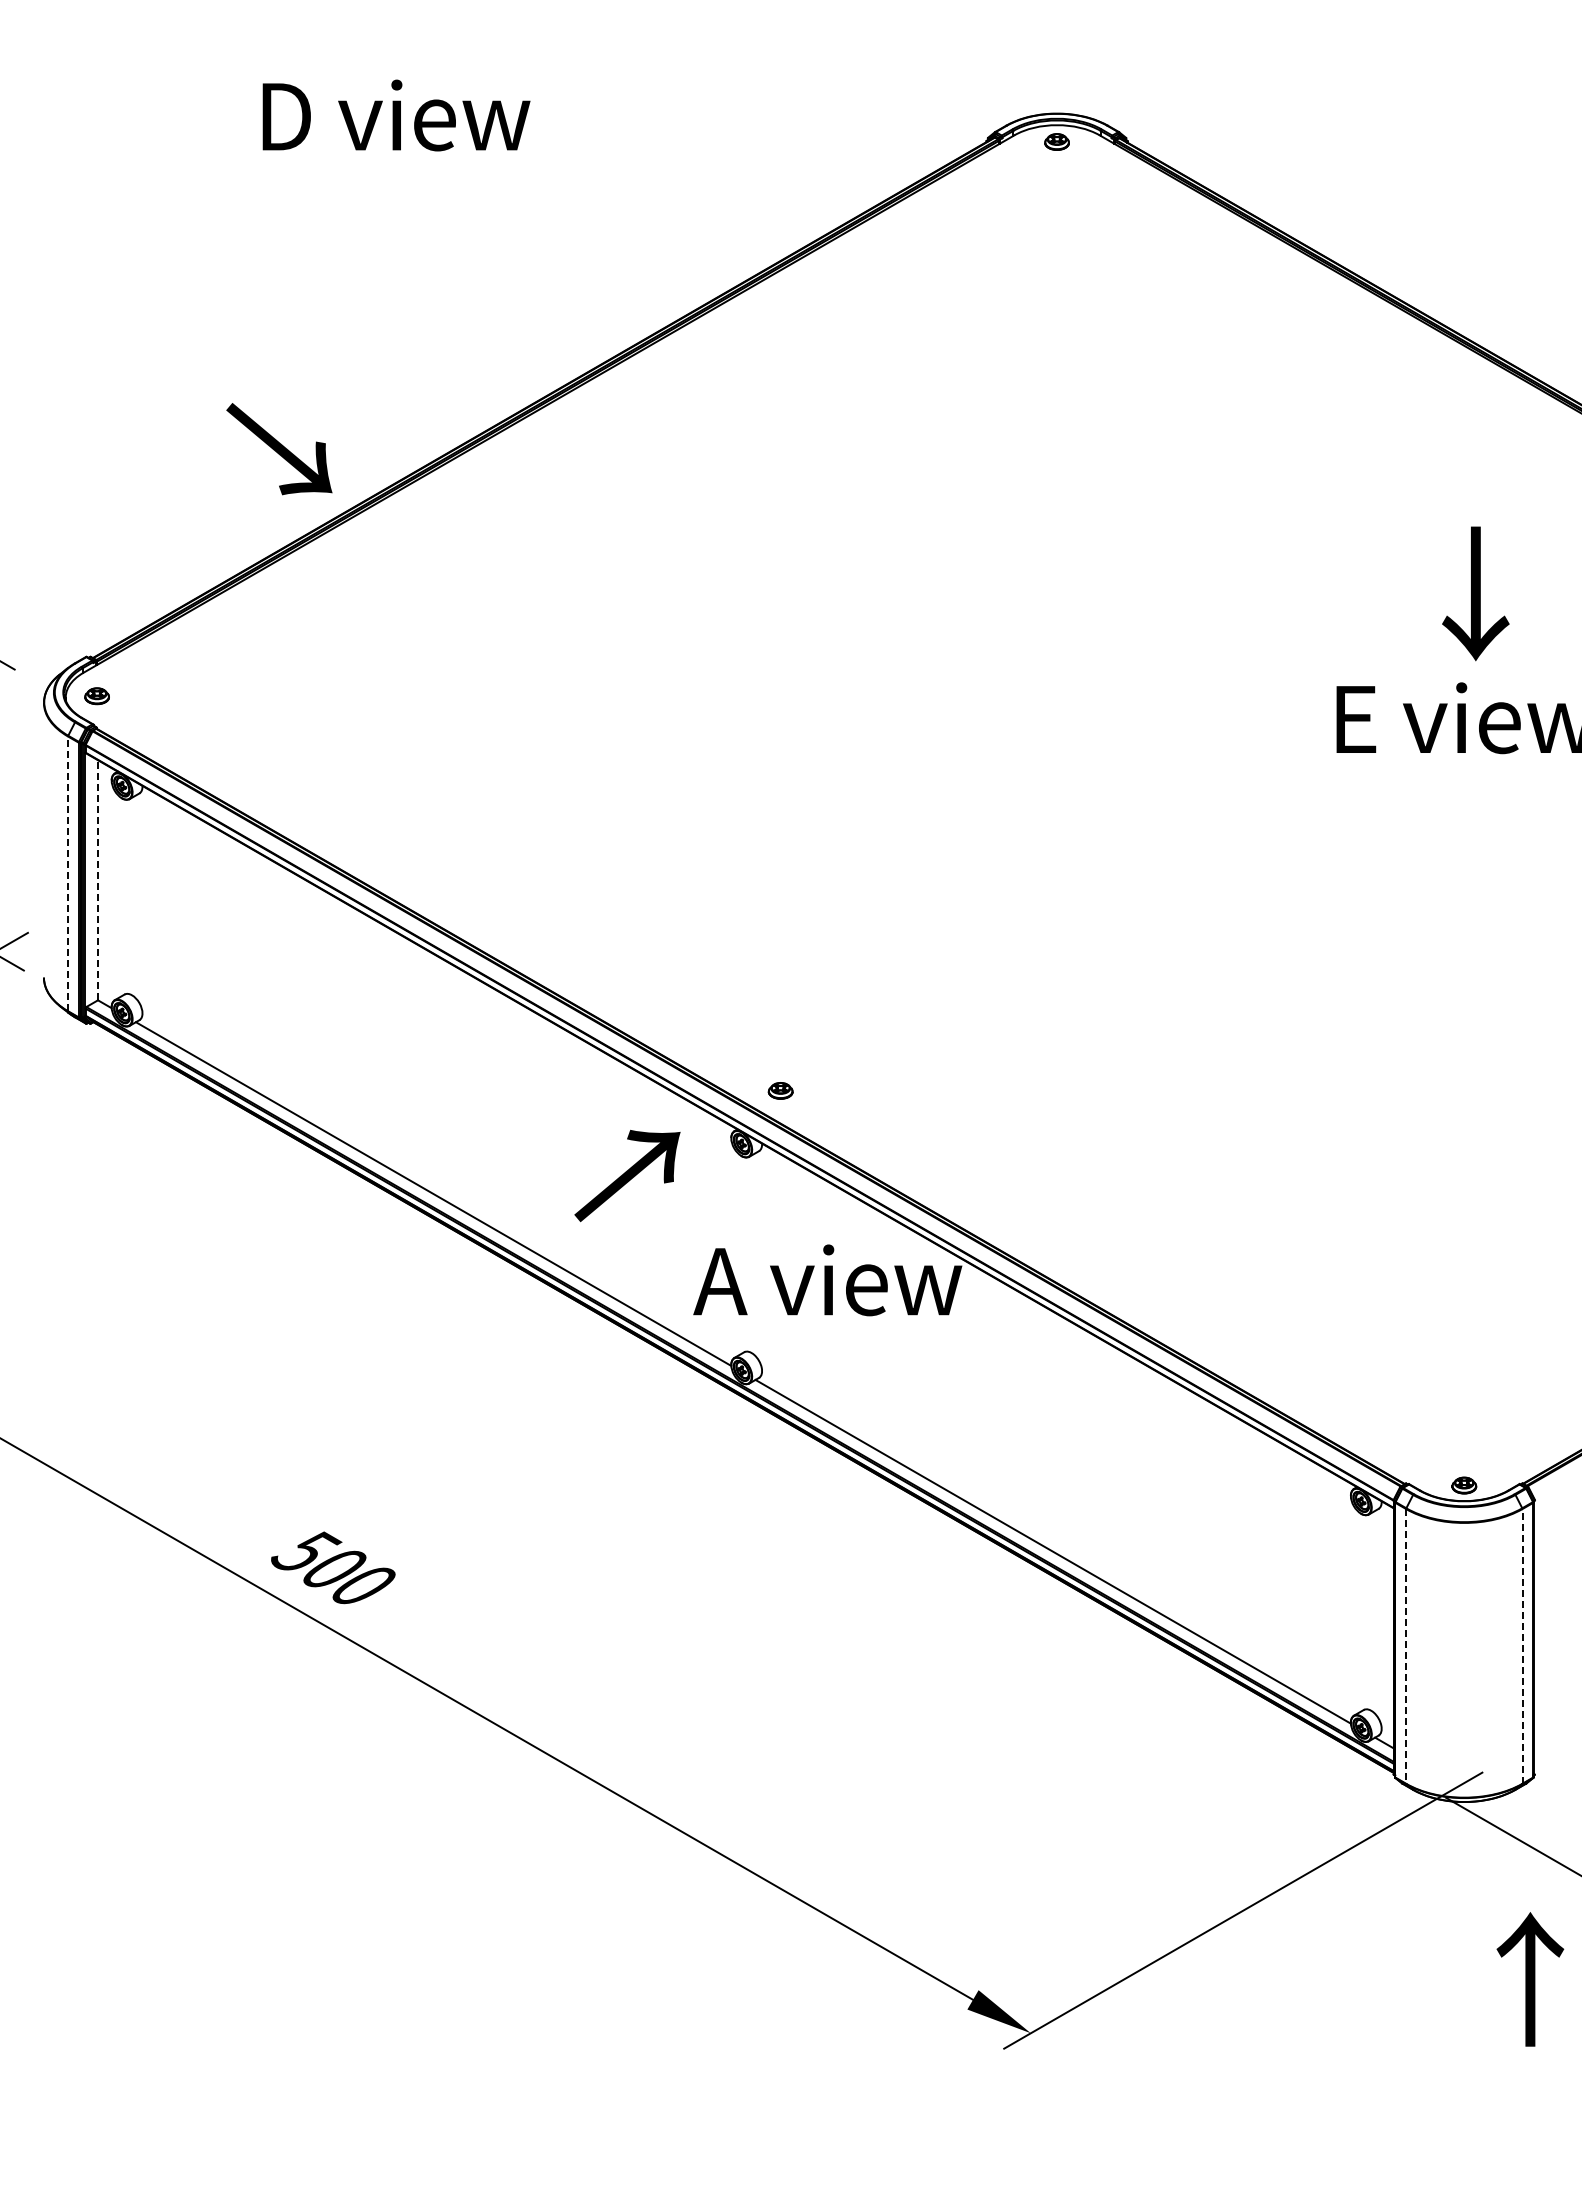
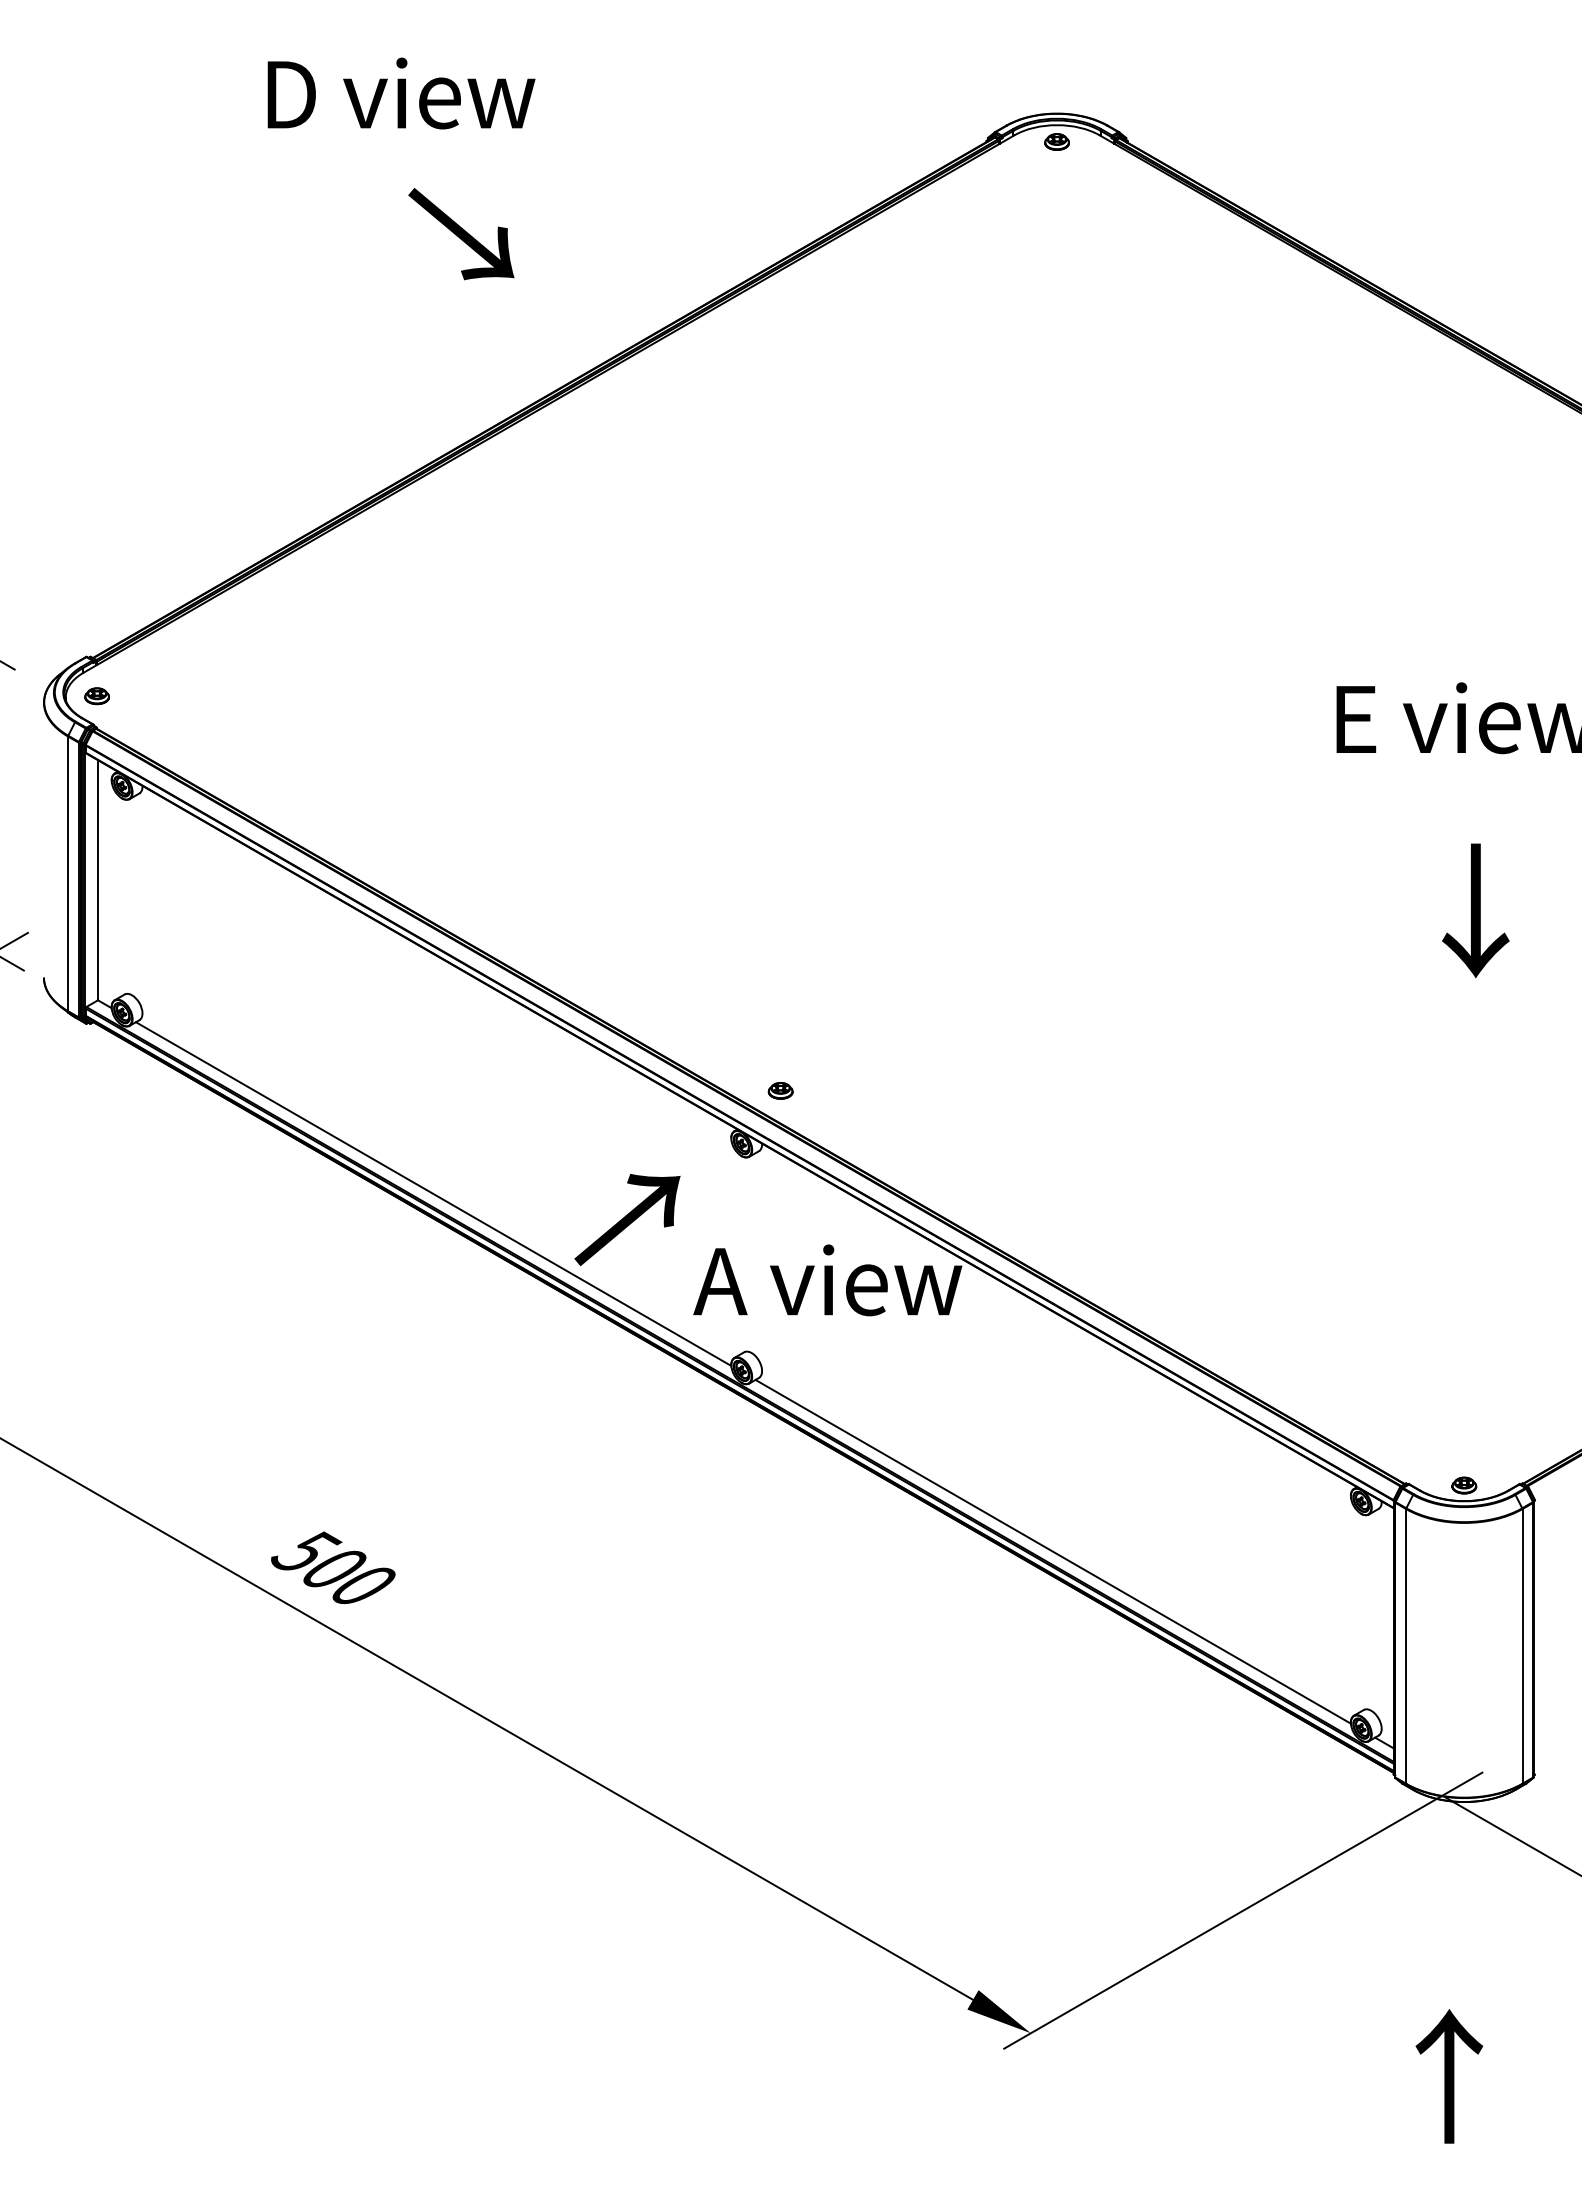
text at (396, 115) position: (396, 115) -> (401, 93)
text at (279, 449) position: (279, 449) -> (461, 234)
text at (1475, 593) position: (1475, 593) -> (1475, 910)
line at (68, 873): dashed -> solid
line at (97, 879): dashed -> solid
text at (627, 1176) position: (627, 1176) -> (627, 1220)
line at (1522, 1645): dashed -> solid
line at (1406, 1646): dashed -> solid
text at (1530, 1979) position: (1530, 1979) -> (1449, 2076)
